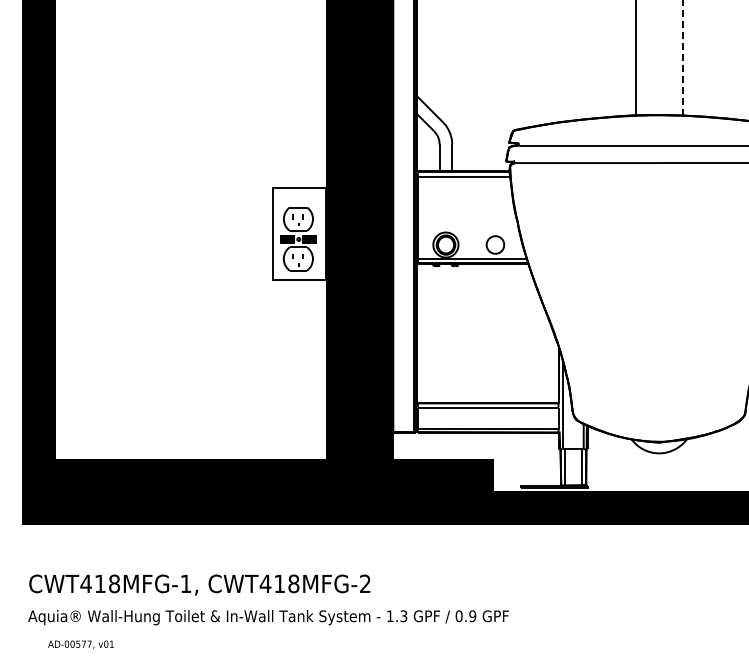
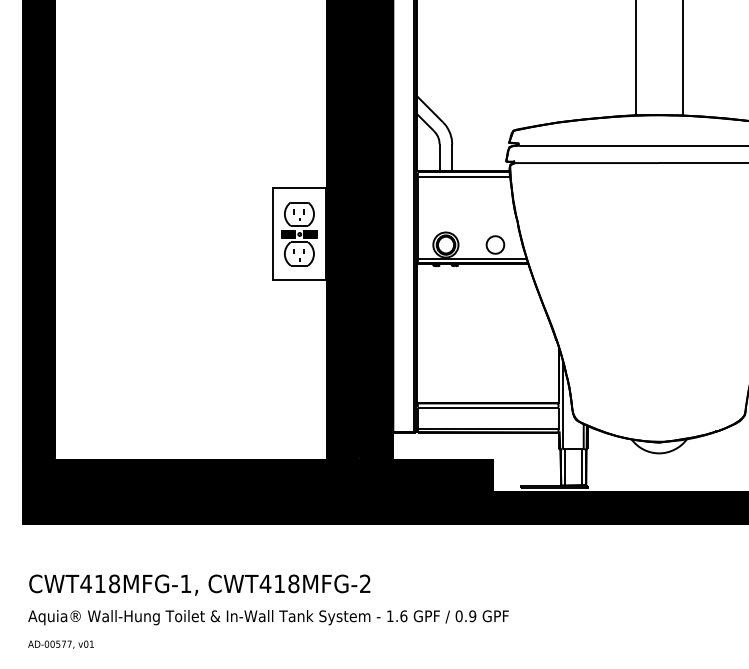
line at (682, 57): dashed -> solid
part at (298, 239) position: (298, 239) -> (299, 234)
text at (403, 616): 1.3 -> 1.6
text at (80, 644) position: (80, 644) -> (60, 644)
